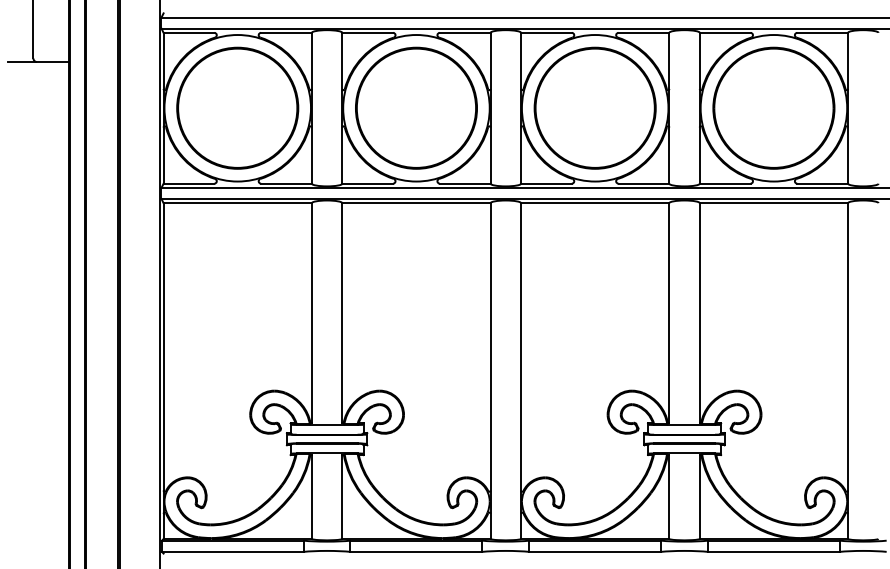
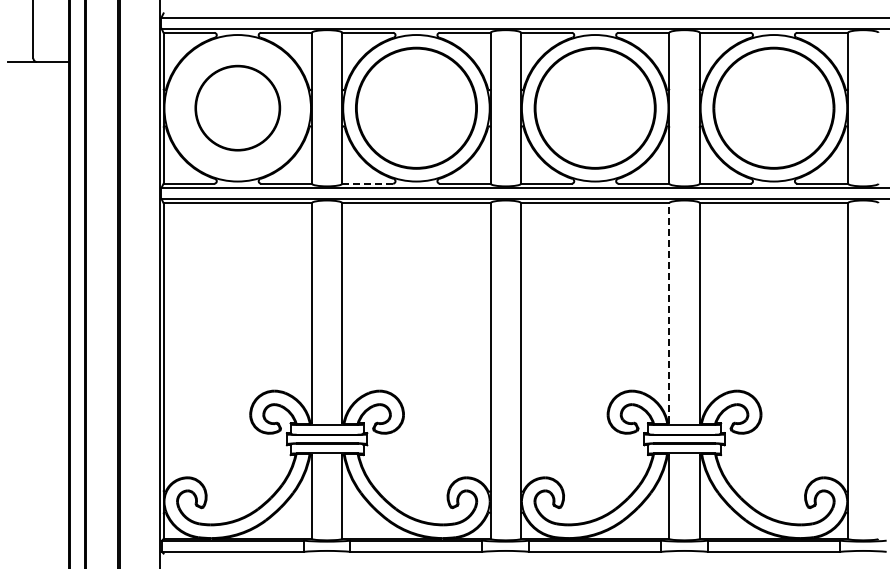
circle at (237, 107) size: 124x124 px -> 88x88 px
line at (368, 183): solid -> dashed
line at (669, 312): solid -> dashed
